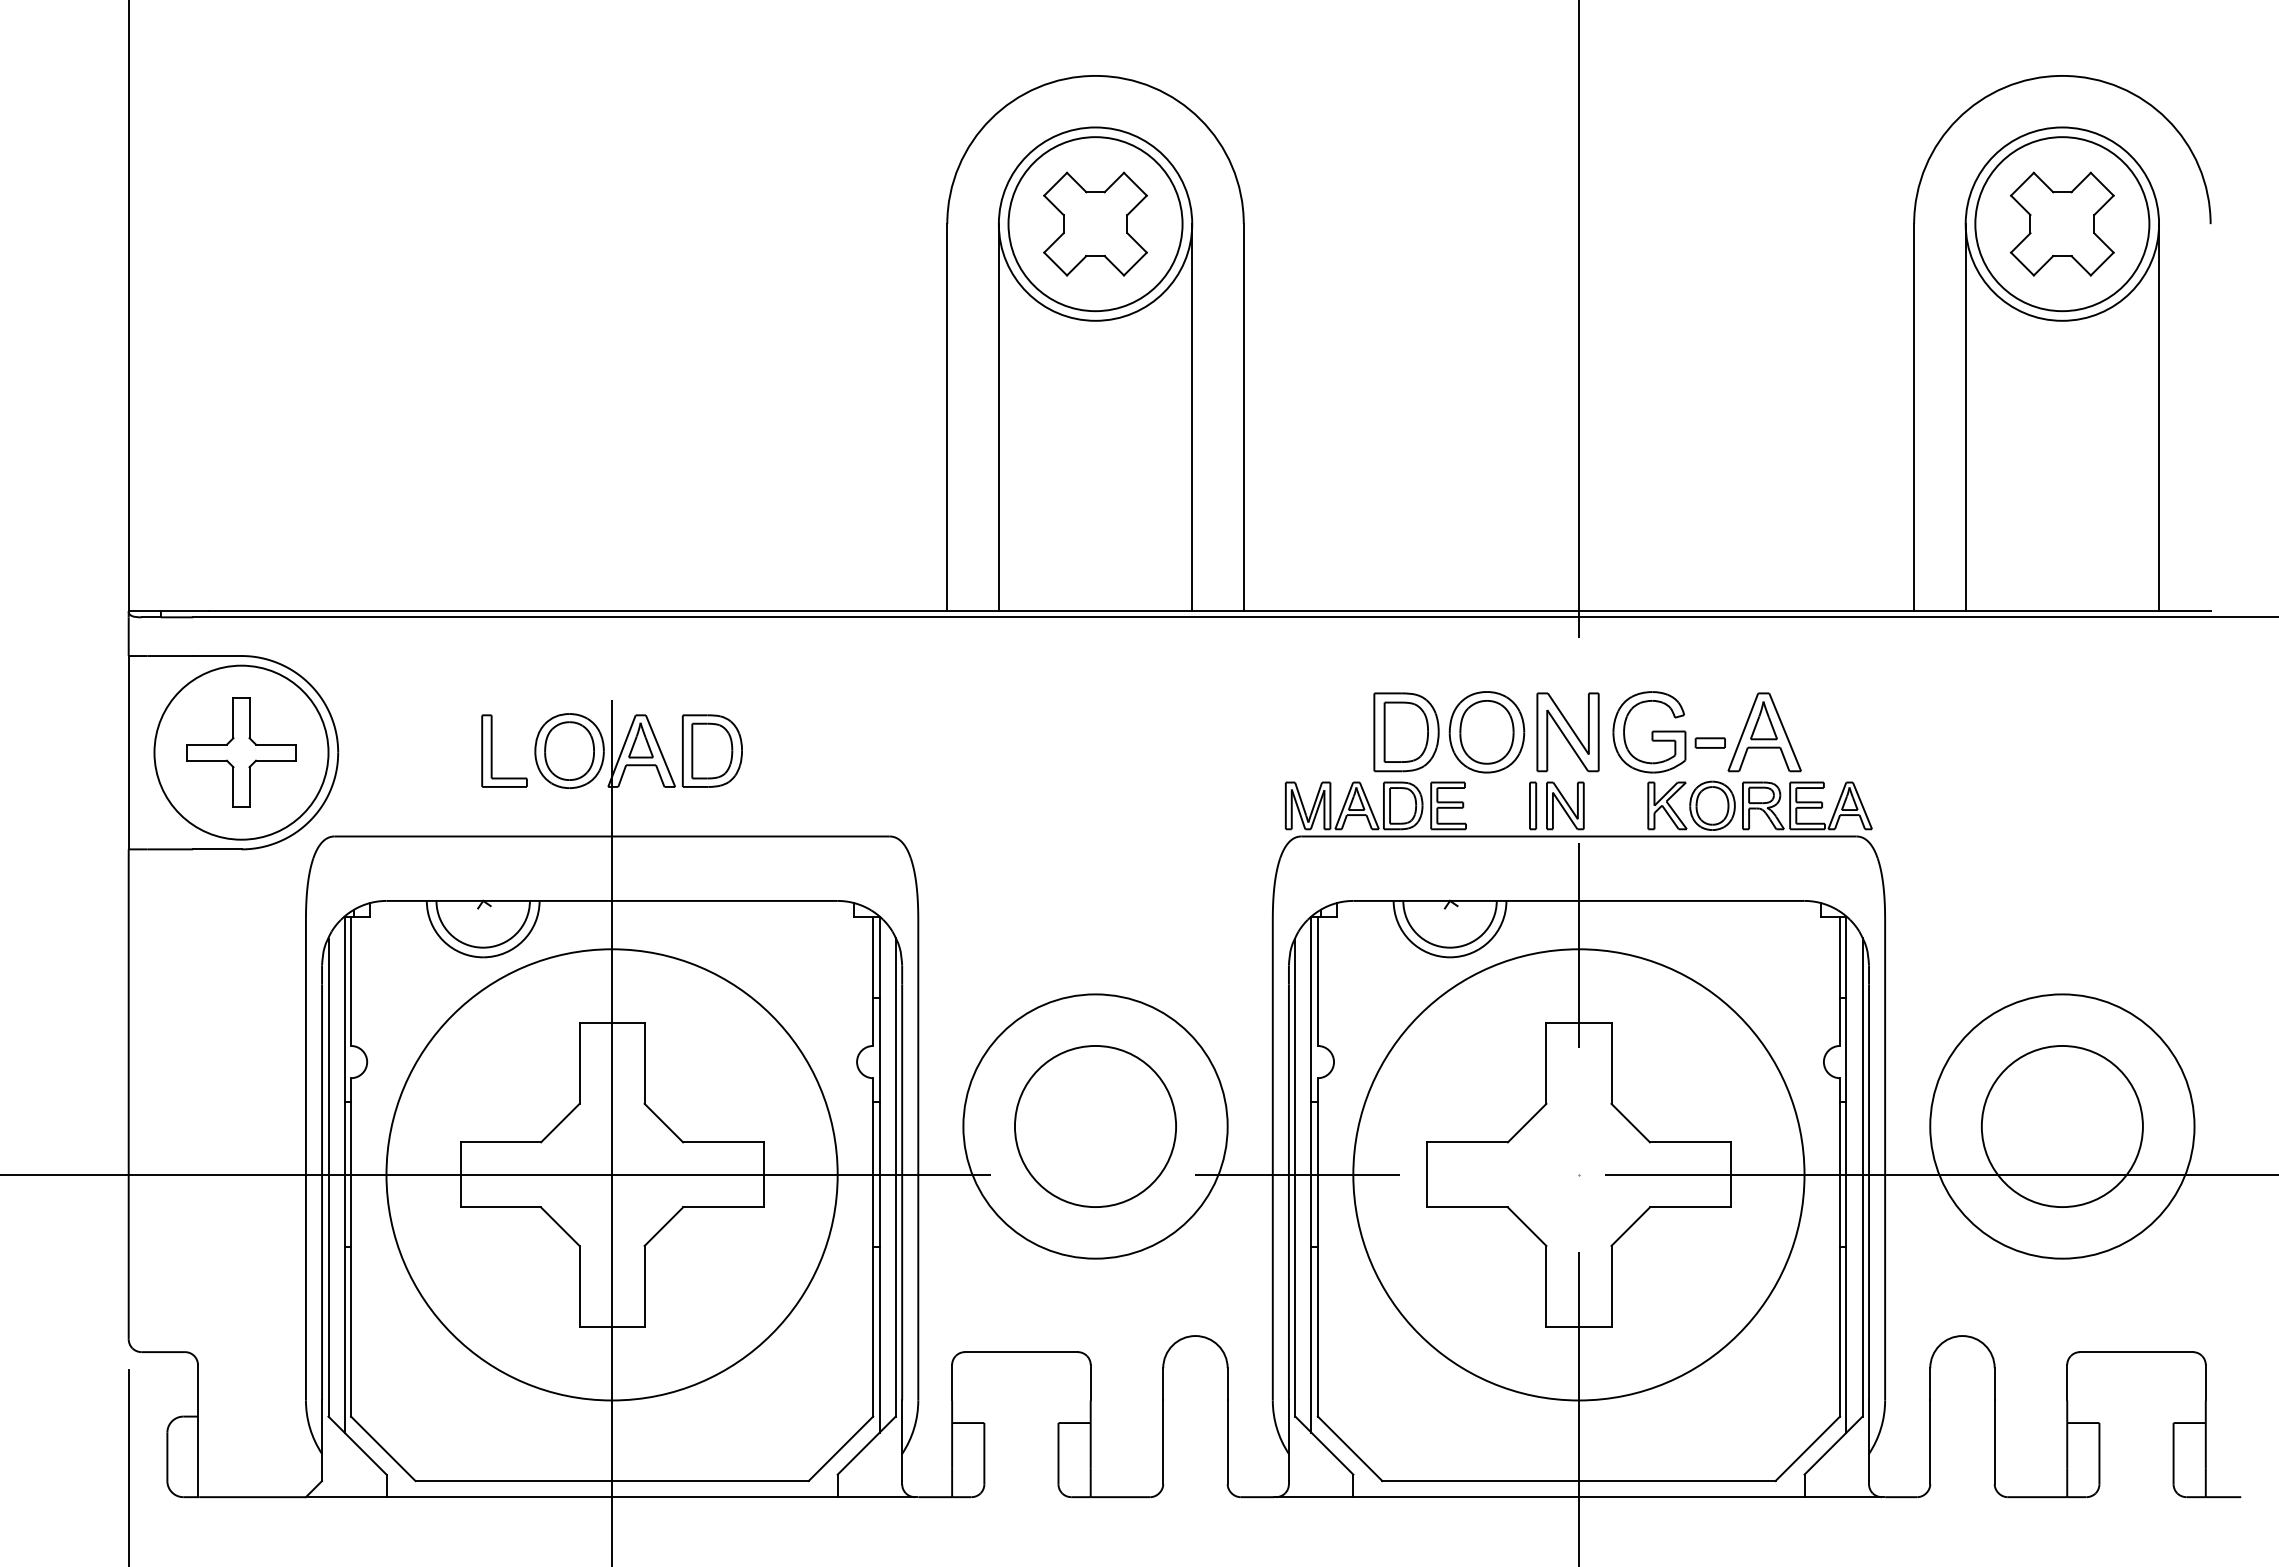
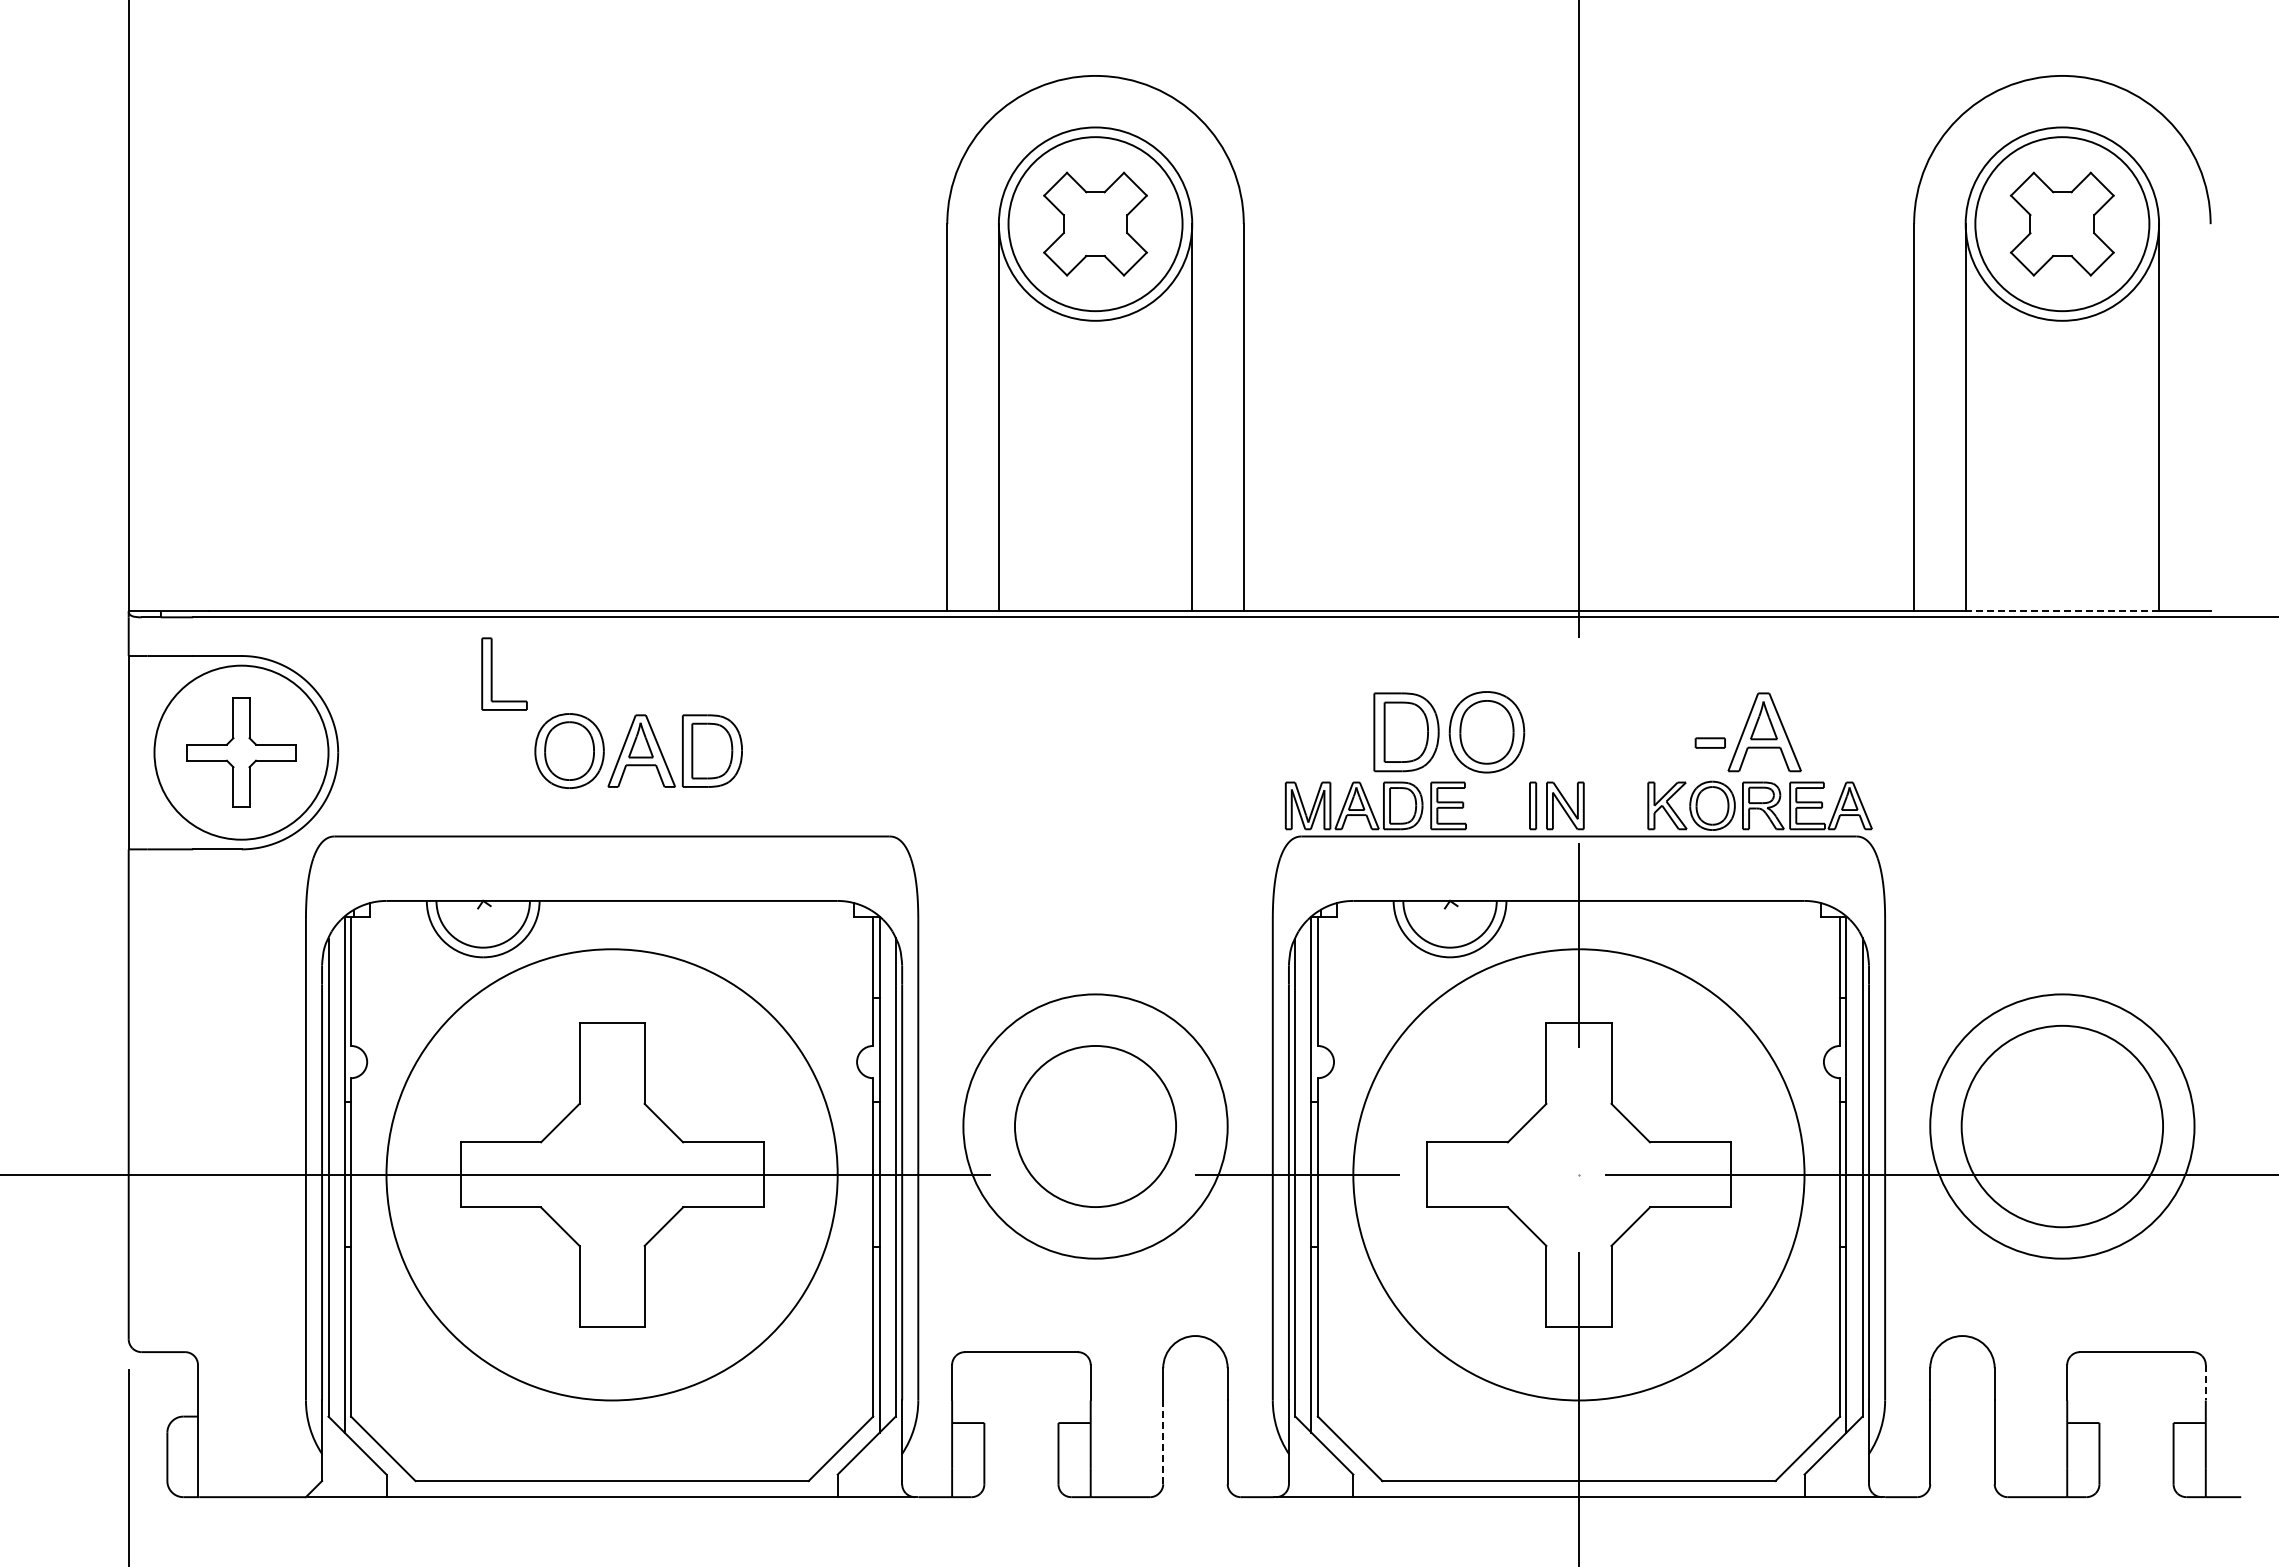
line at (2062, 610): solid -> dashed
part at (1567, 732): present -> none
part at (1649, 732): present -> none
part at (492, 750) position: (492, 750) -> (492, 673)
circle at (2061, 1126) diameter: 161 px -> 201 px
line at (612, 1131): present -> none
line at (2205, 1382): solid -> dashed
line at (1163, 1442): solid -> dashed
